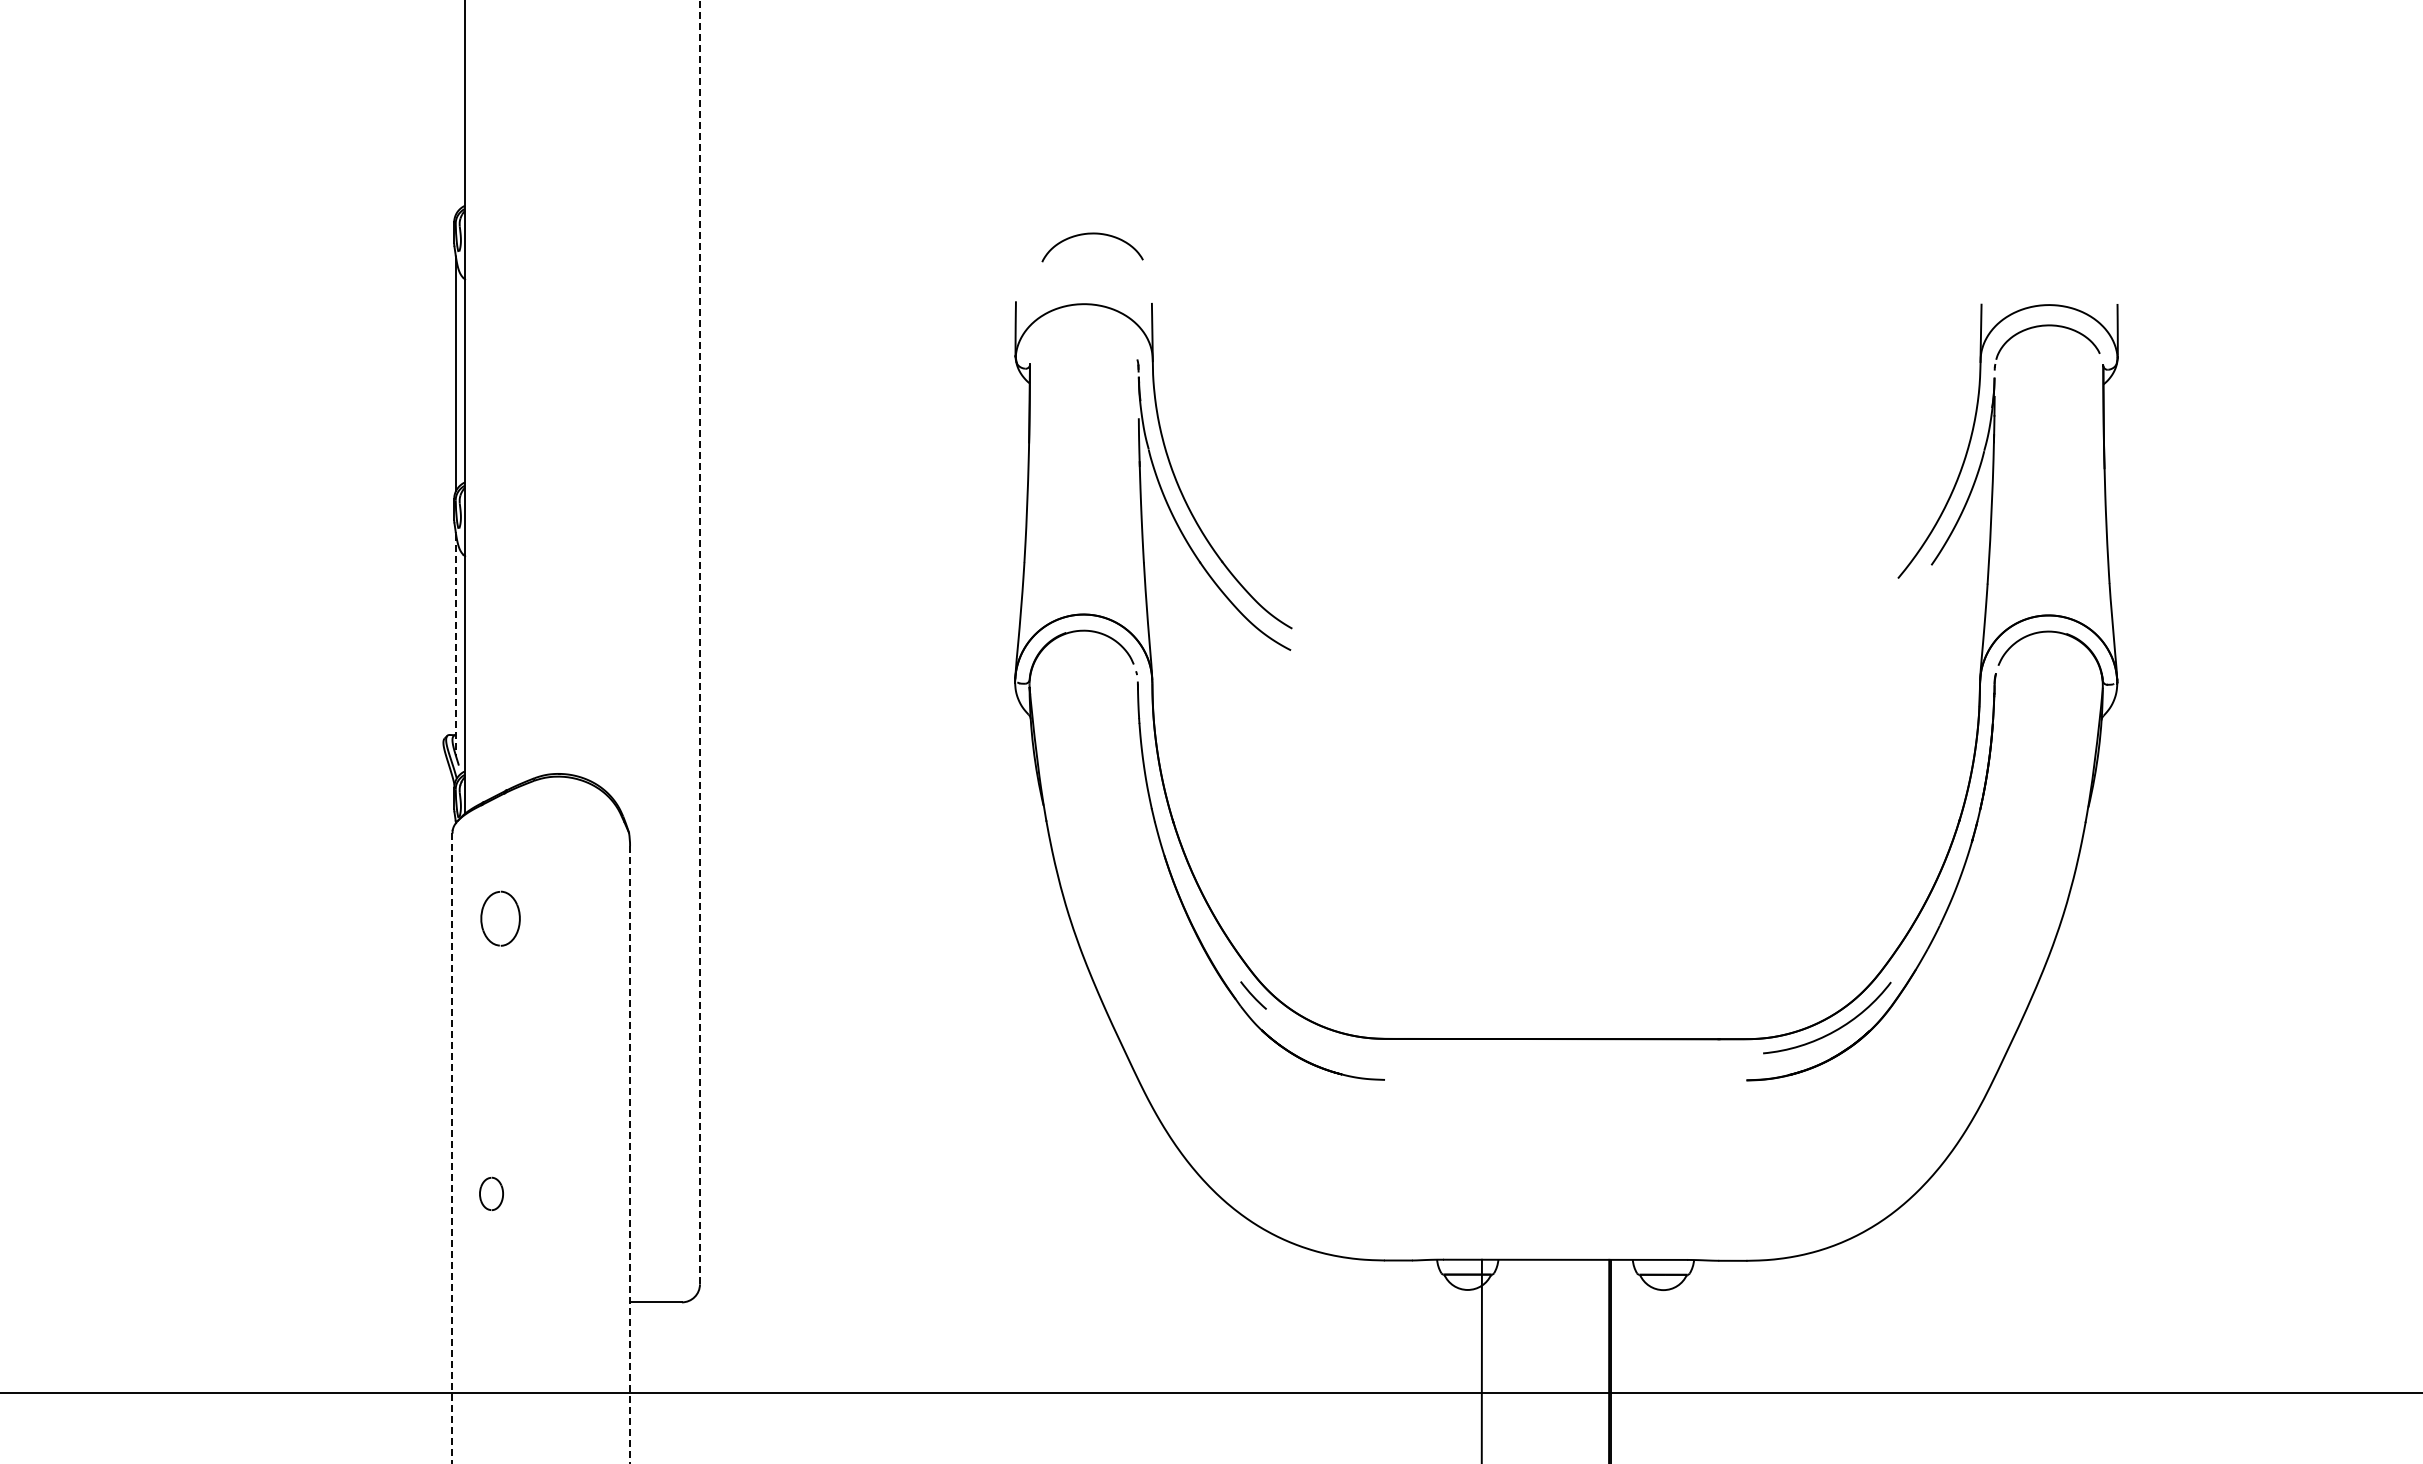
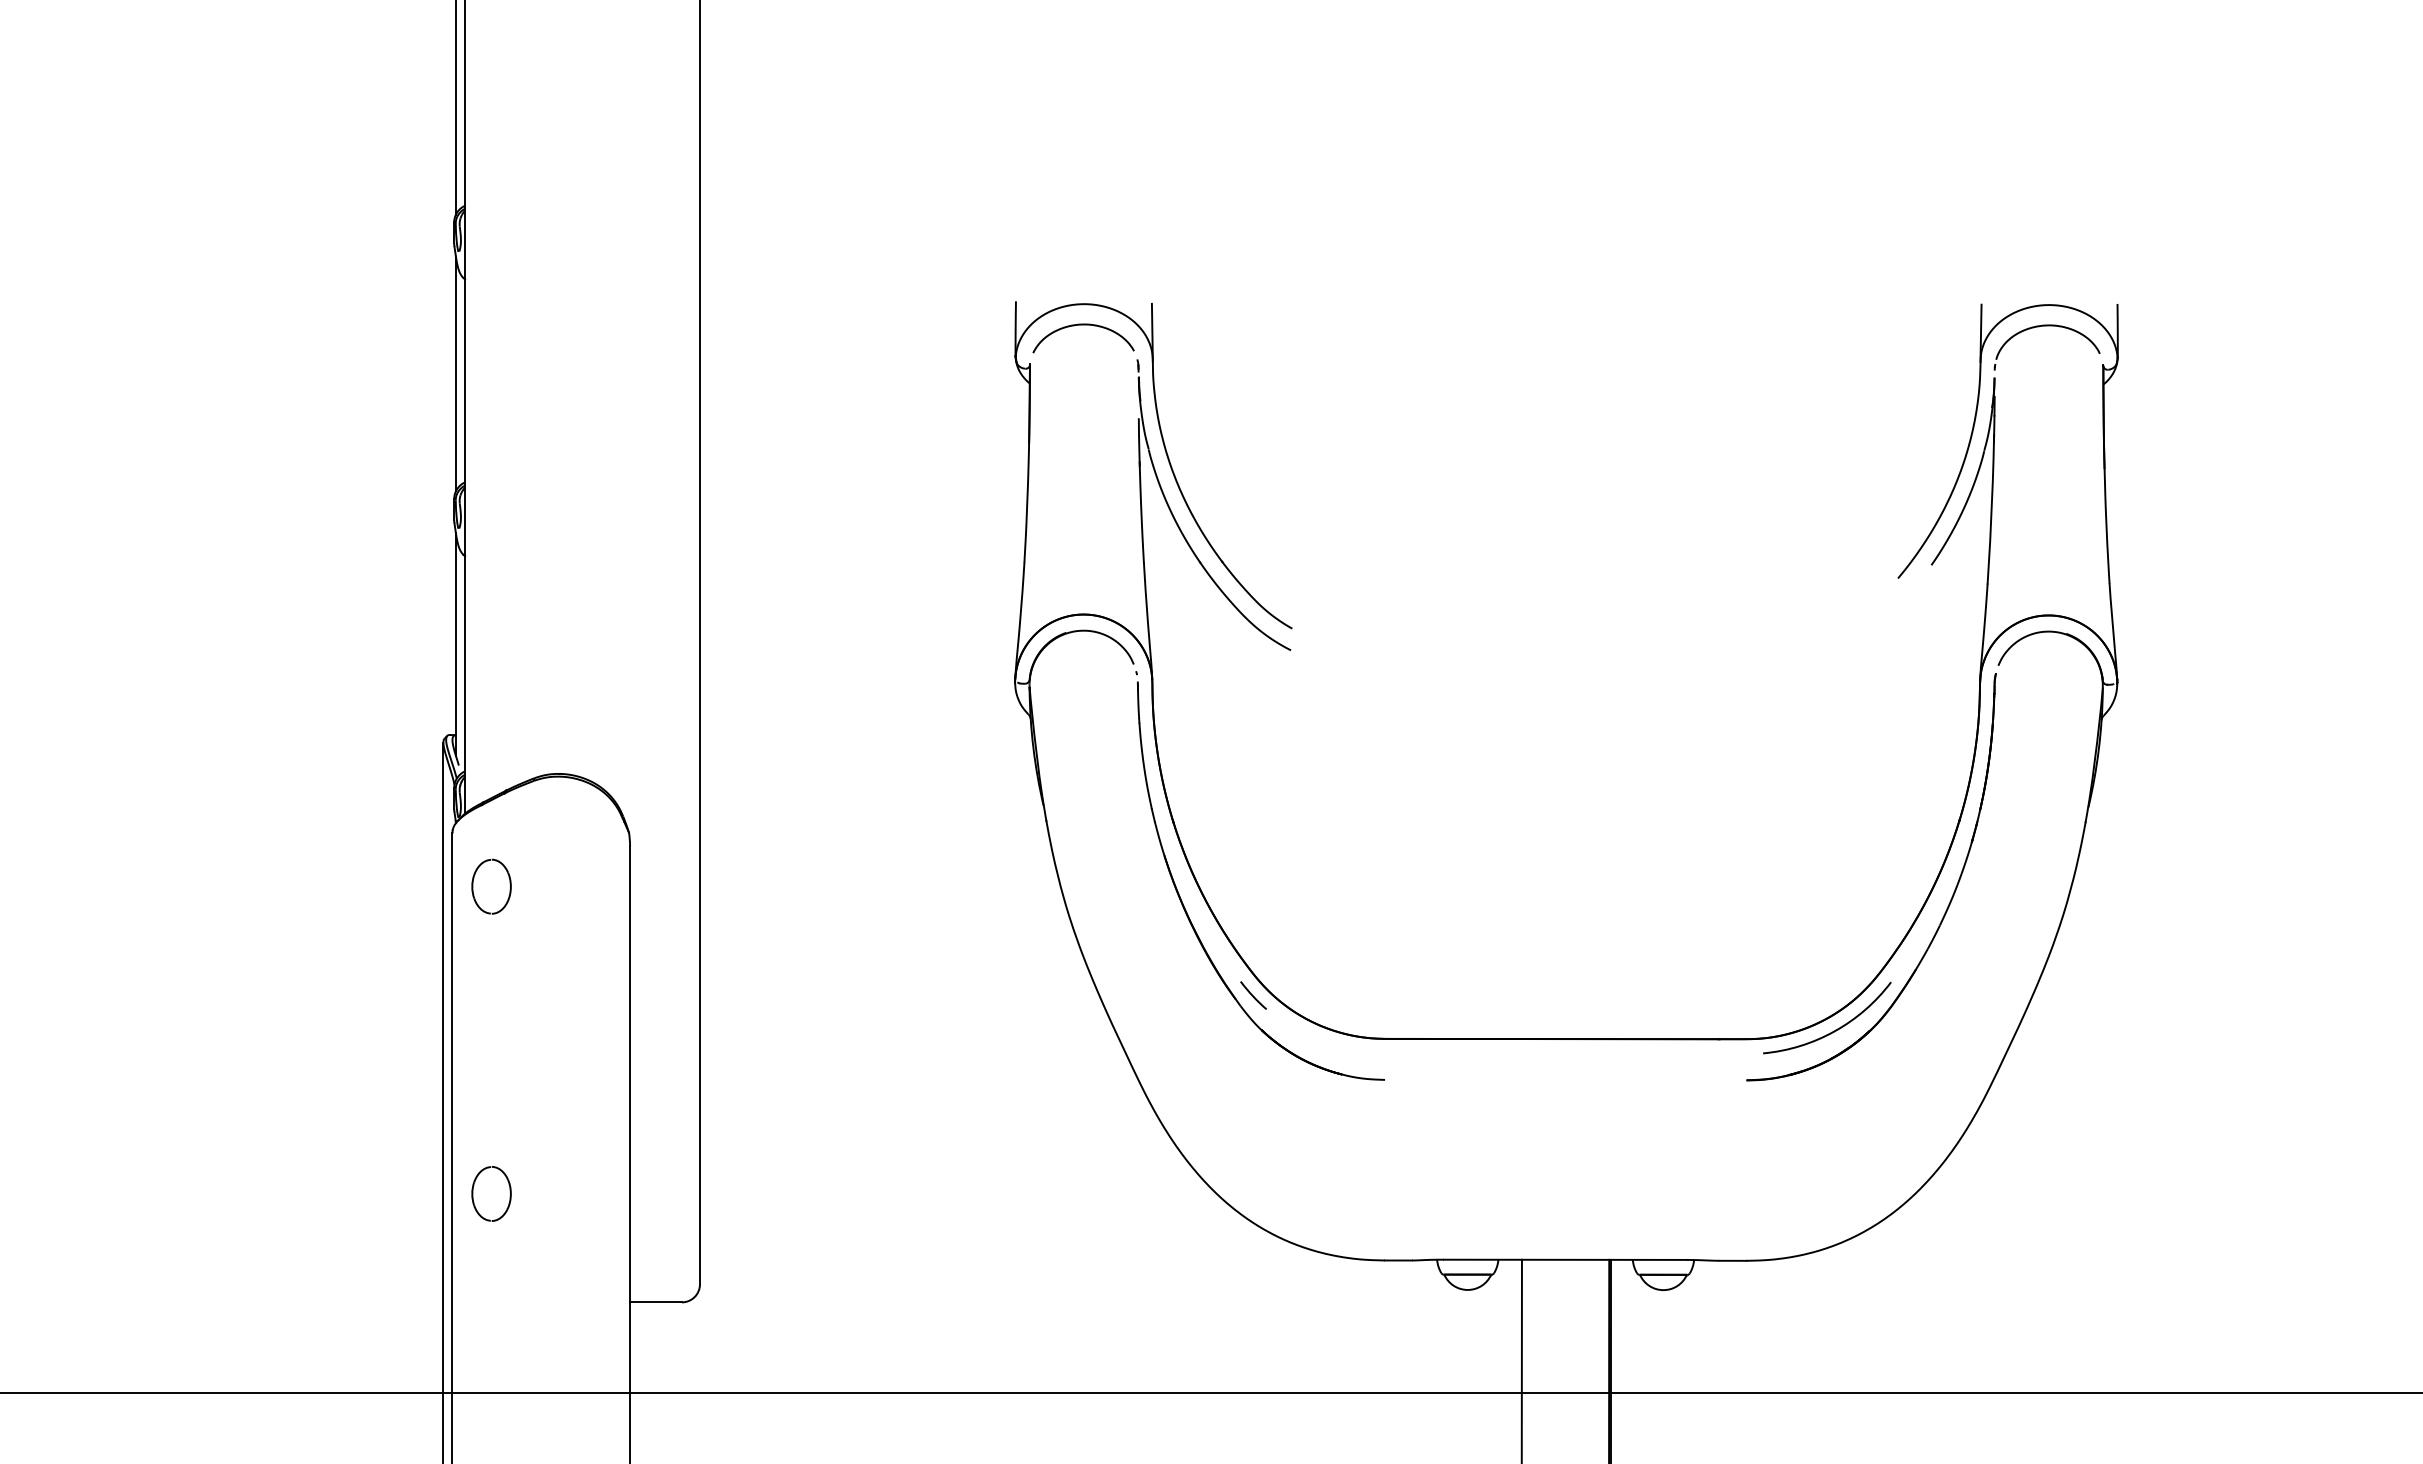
line at (456, 108): none -> present
curve at (1092, 234) position: (1092, 234) -> (1083, 325)
line at (699, 642): dashed -> solid
line at (456, 645): dashed -> solid
part at (500, 918) position: (500, 918) -> (491, 886)
line at (443, 1101): none -> present
line at (452, 1148): dashed -> solid
line at (630, 1155): dashed -> solid
part at (491, 1193) size: 25x36 px -> 41x56 px
line at (1481, 1359) position: (1481, 1359) -> (1521, 1359)
